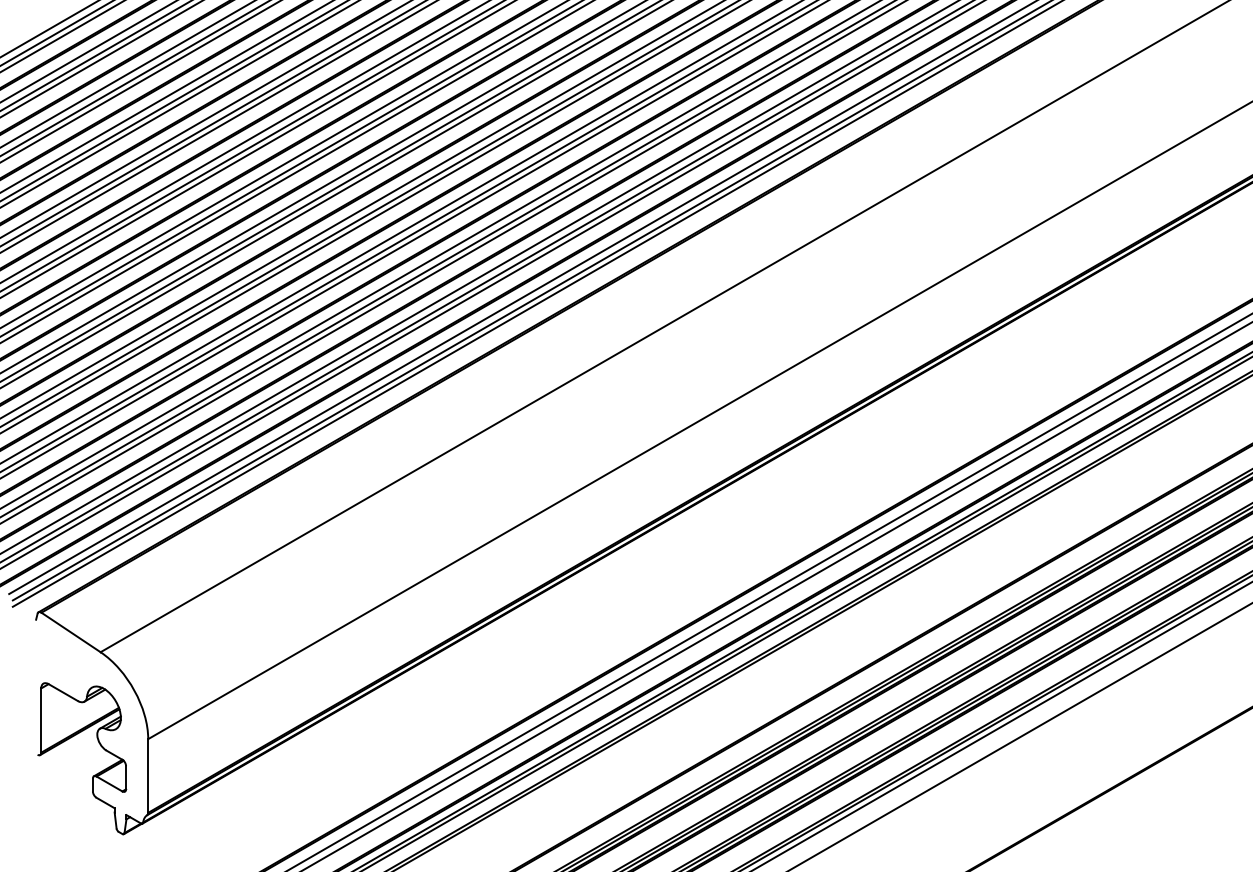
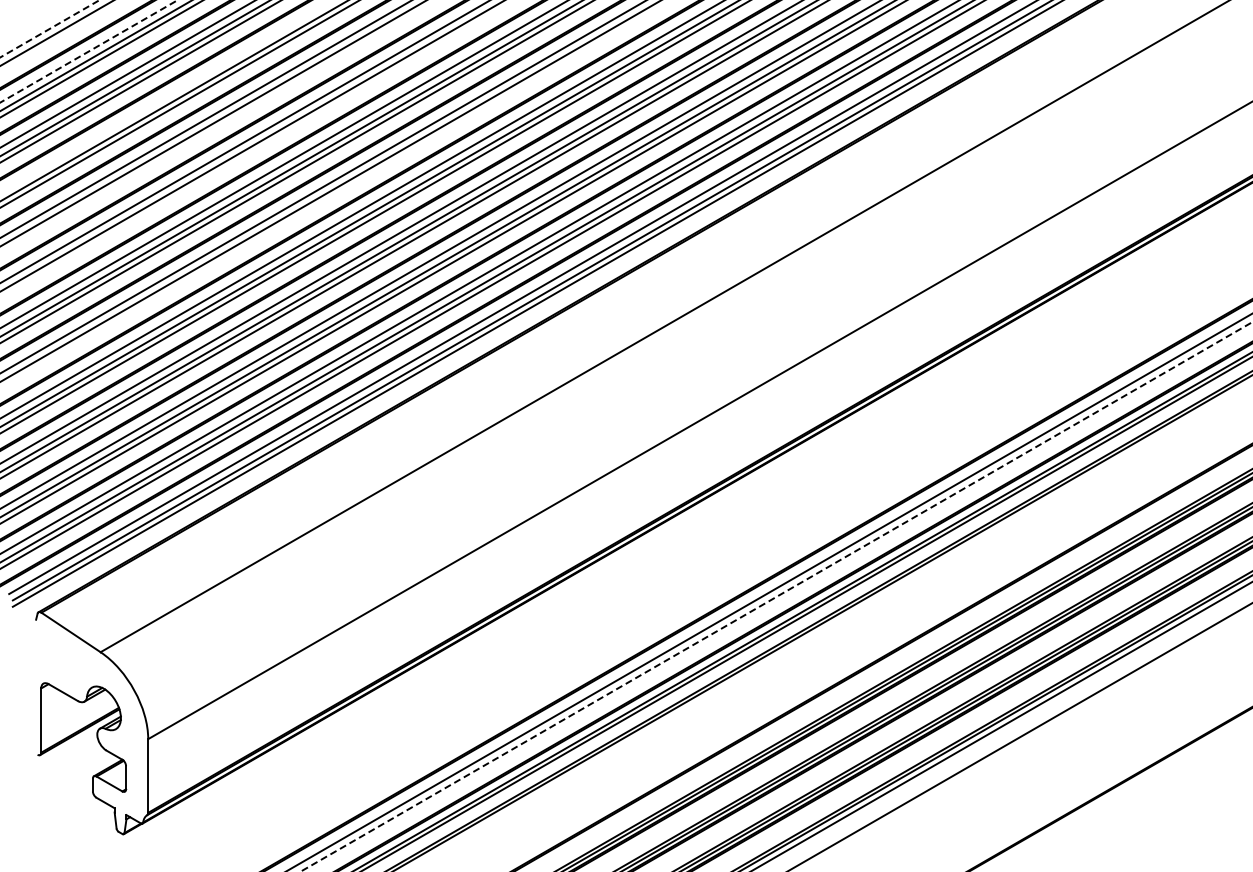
line at (50, 28): solid -> dashed
line at (61, 36): present -> none
line at (89, 51): solid -> dashed
line at (166, 96): present -> none
line at (218, 126): present -> none
line at (257, 149): present -> none
line at (335, 194): present -> none
line at (776, 597): solid -> dashed
